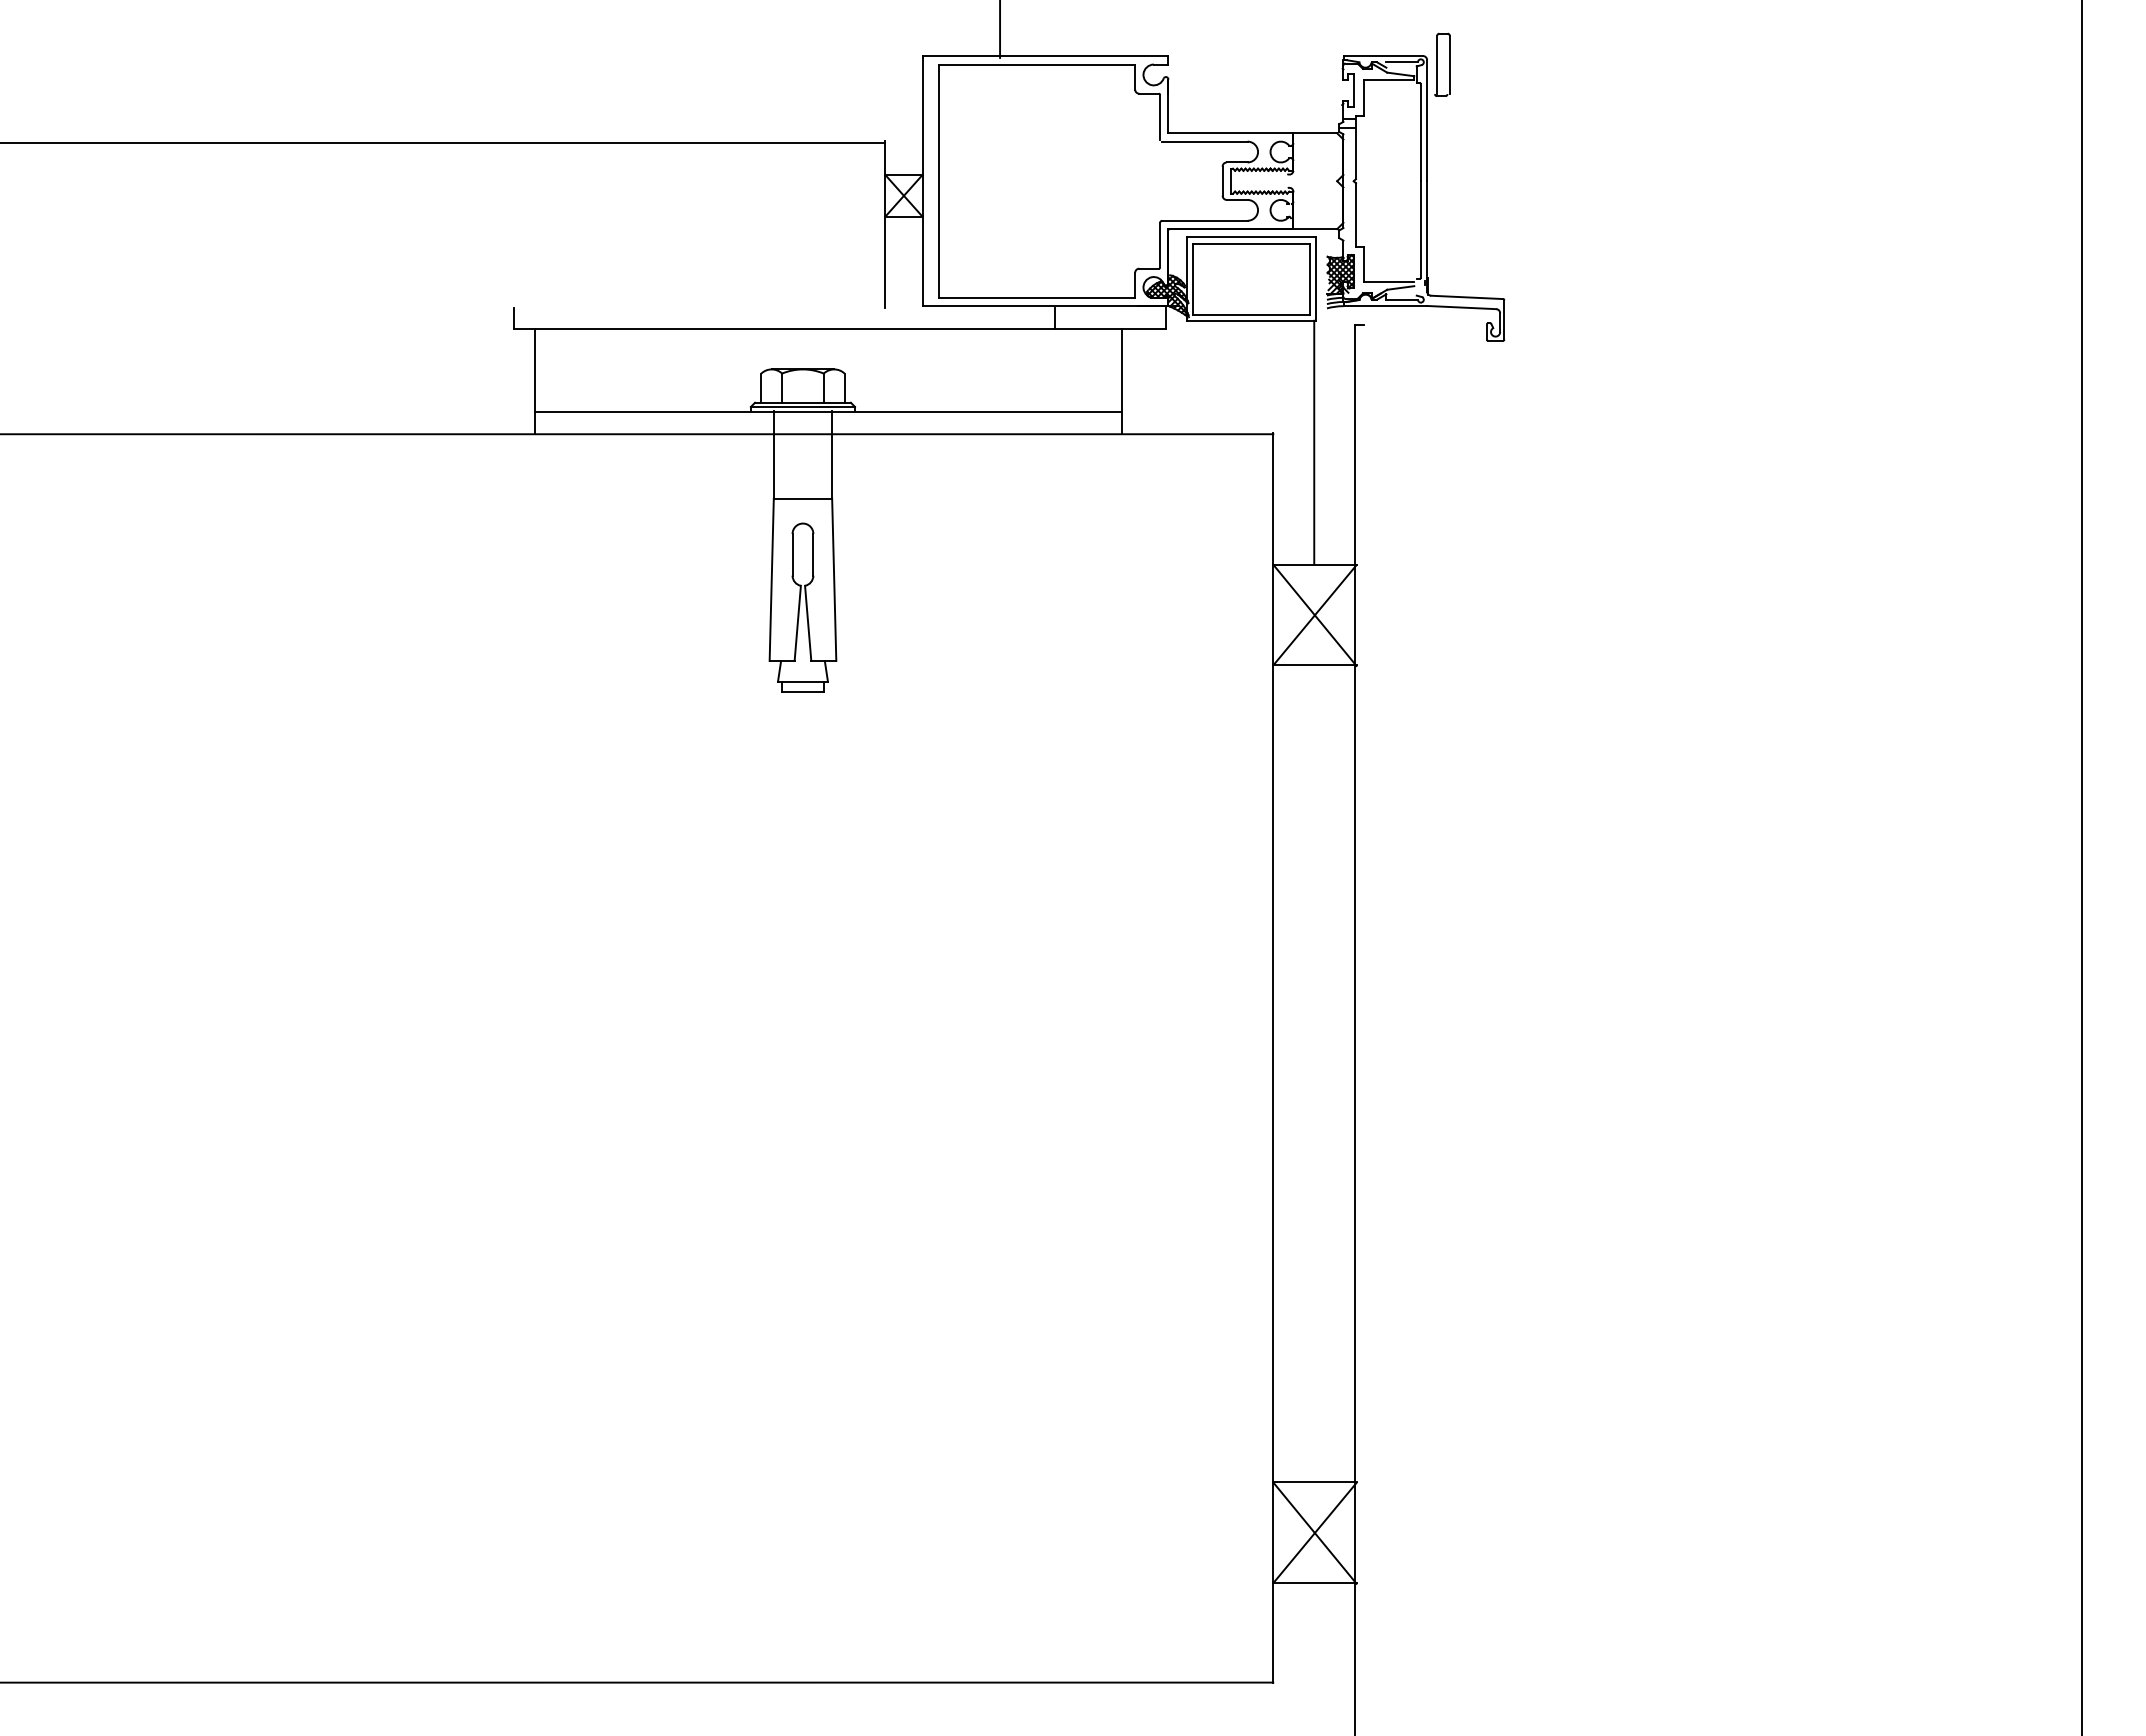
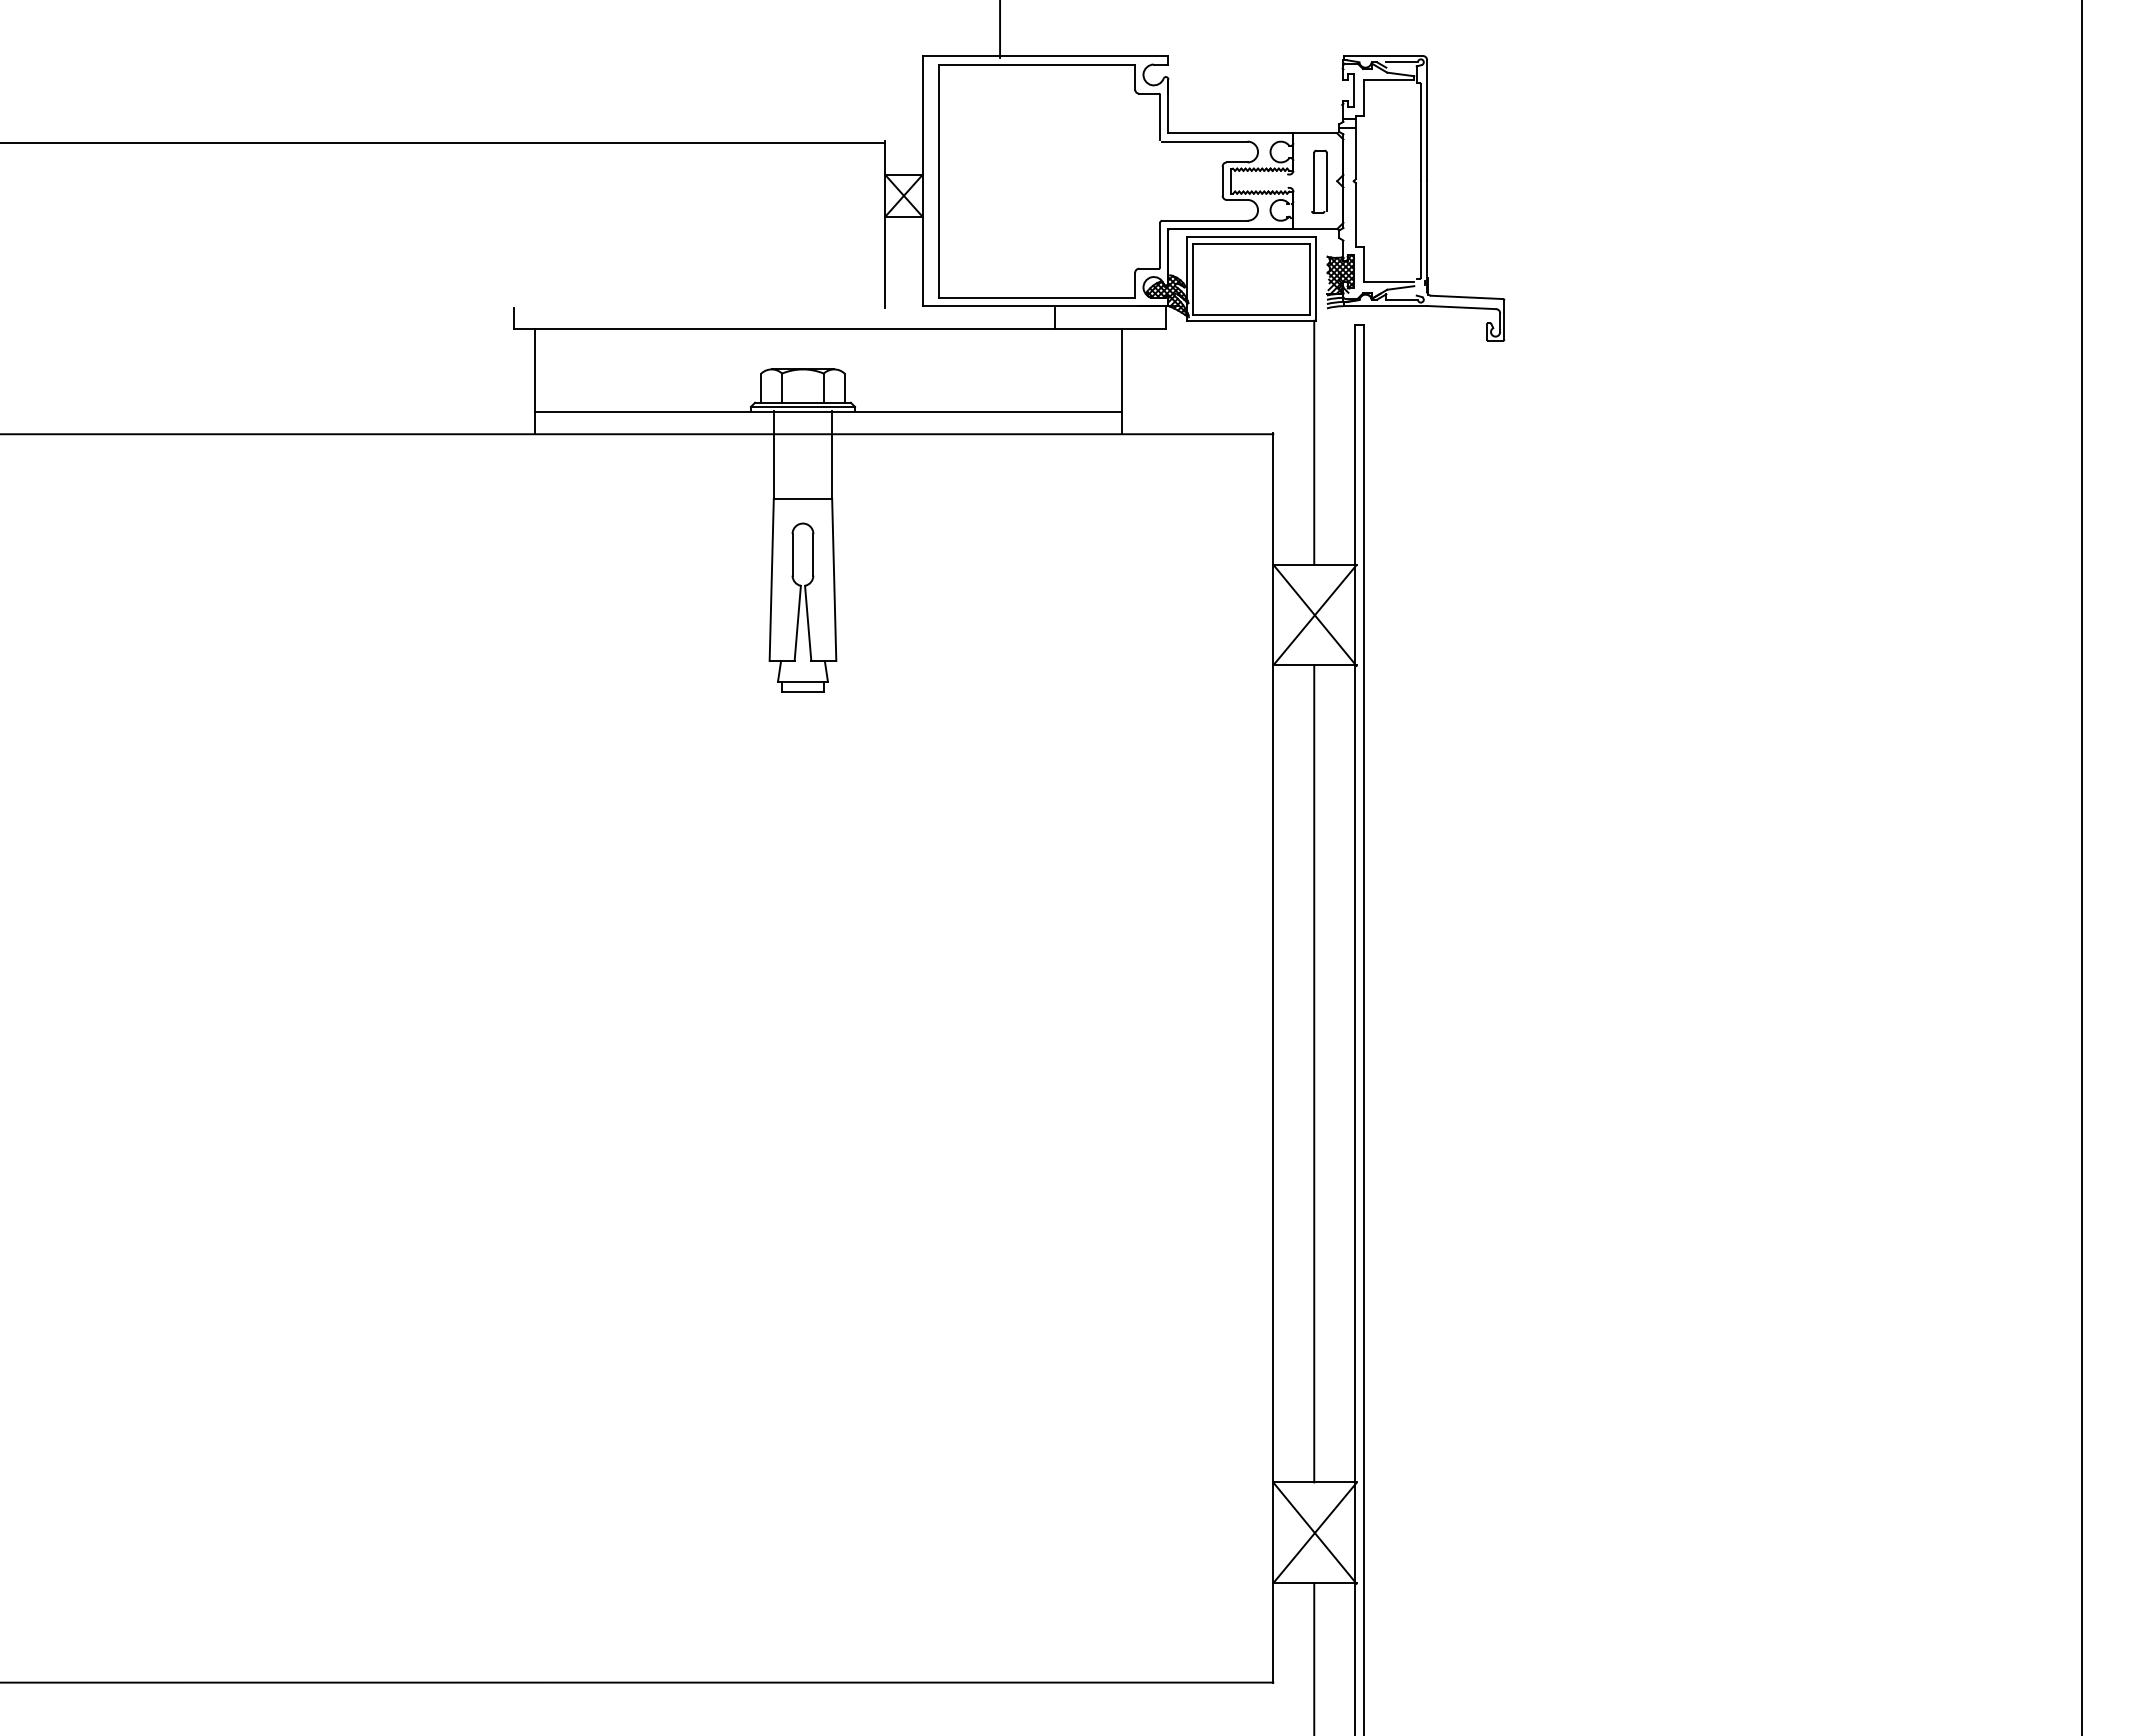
part at (1442, 64) position: (1442, 64) -> (1319, 181)
line at (1363, 1028): none -> present
line at (1314, 1073): none -> present
line at (1314, 1657): none -> present
